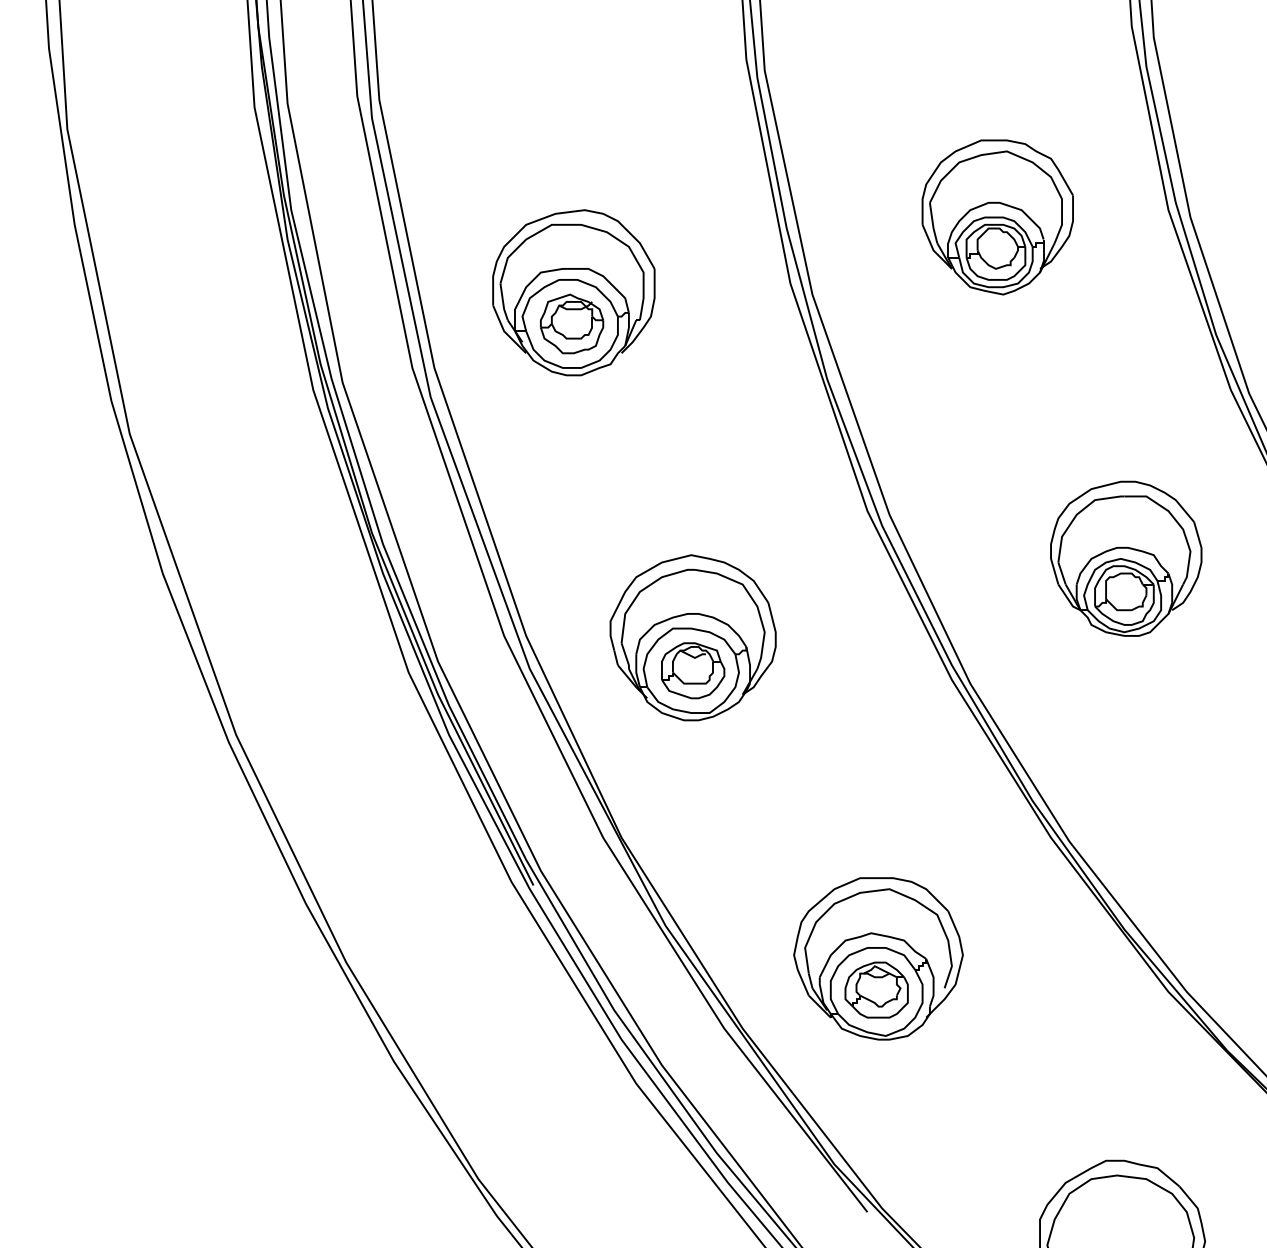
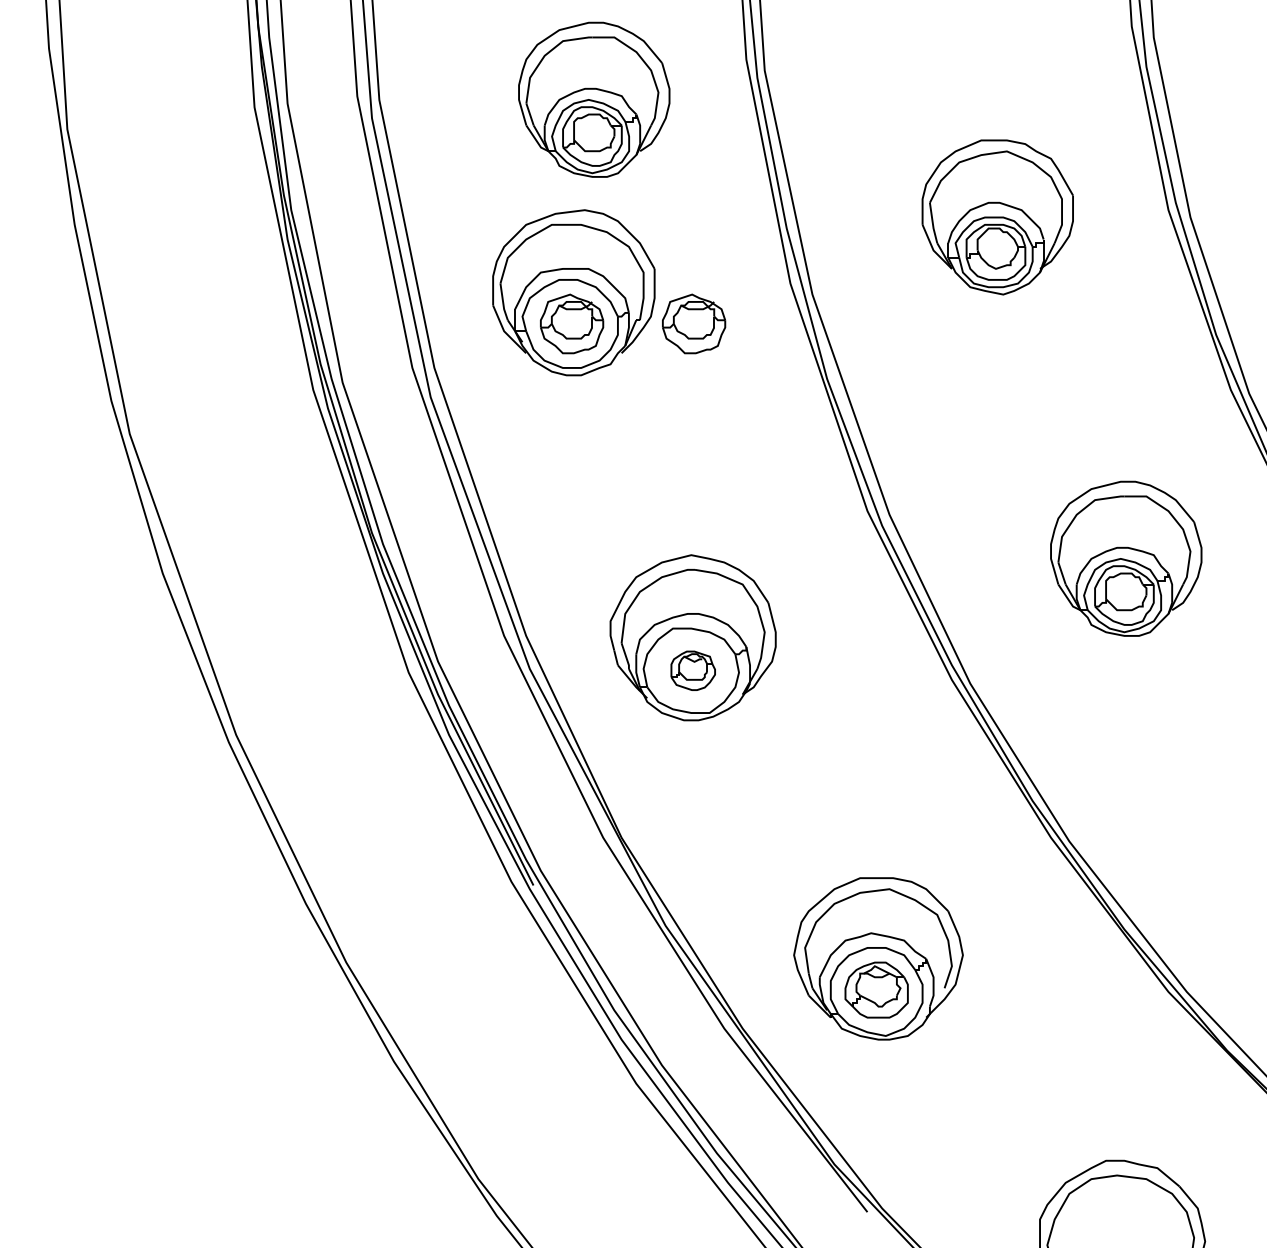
part at (594, 99): none -> present
part at (694, 323): none -> present
part at (693, 670) size: 65x58 px -> 46x41 px
